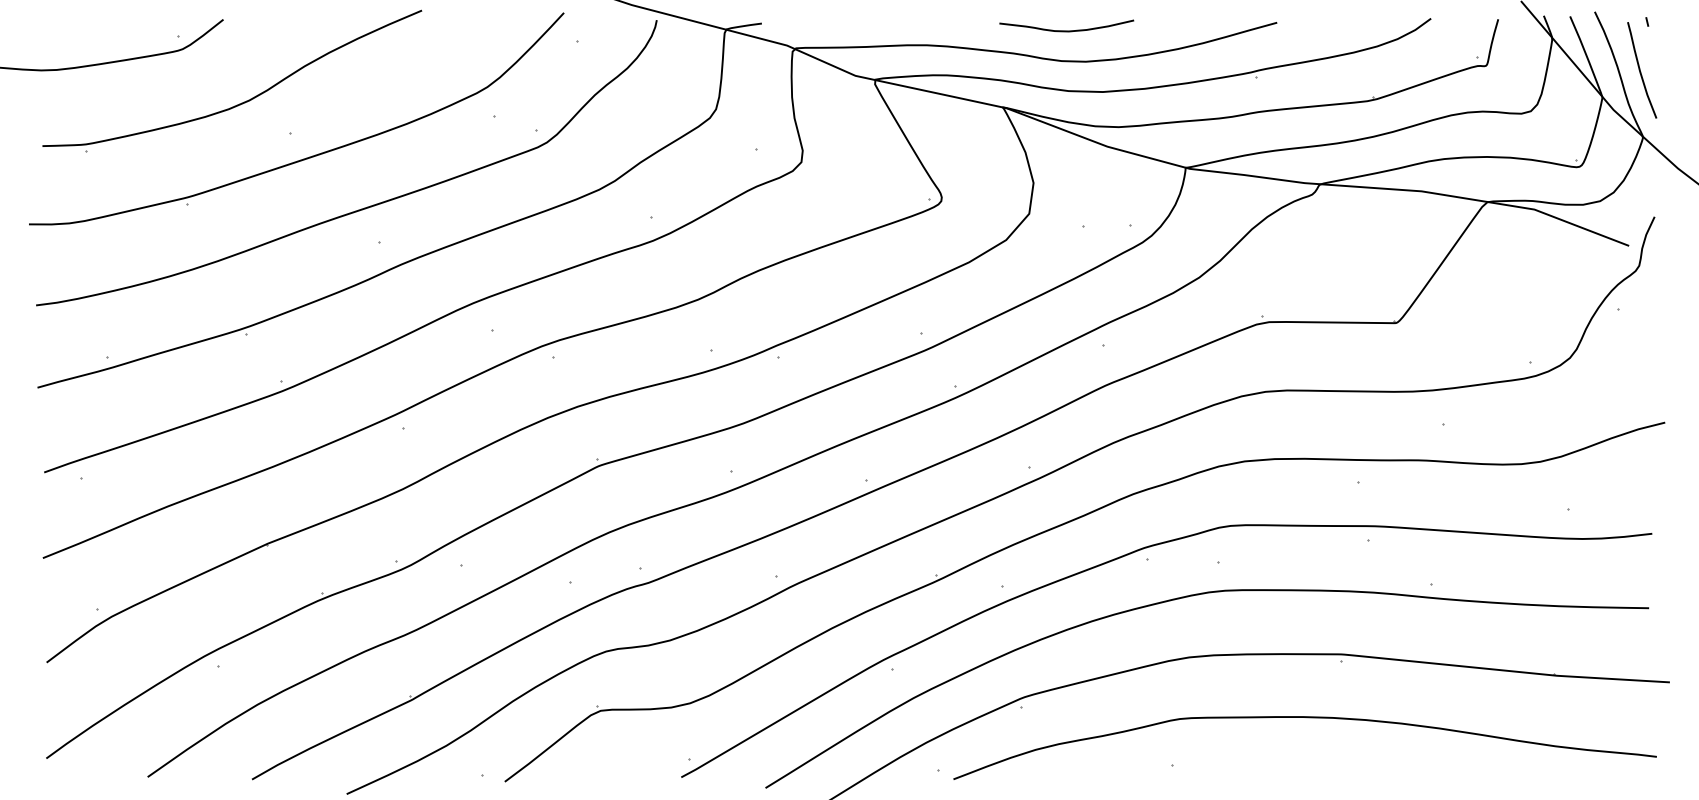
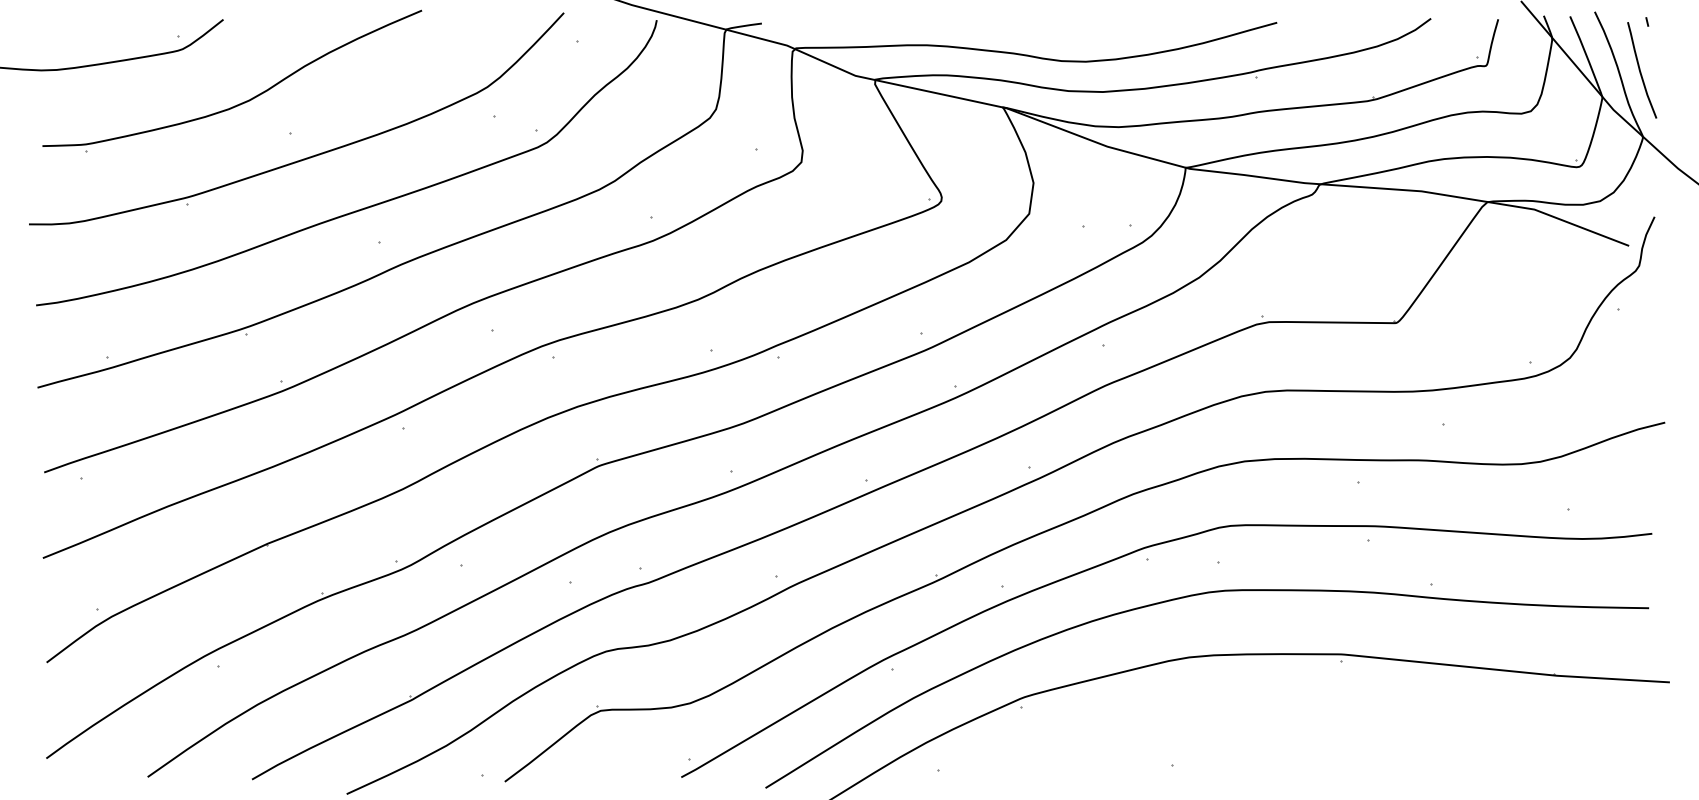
curve at (1066, 30): present -> none
curve at (1307, 718): present -> none
